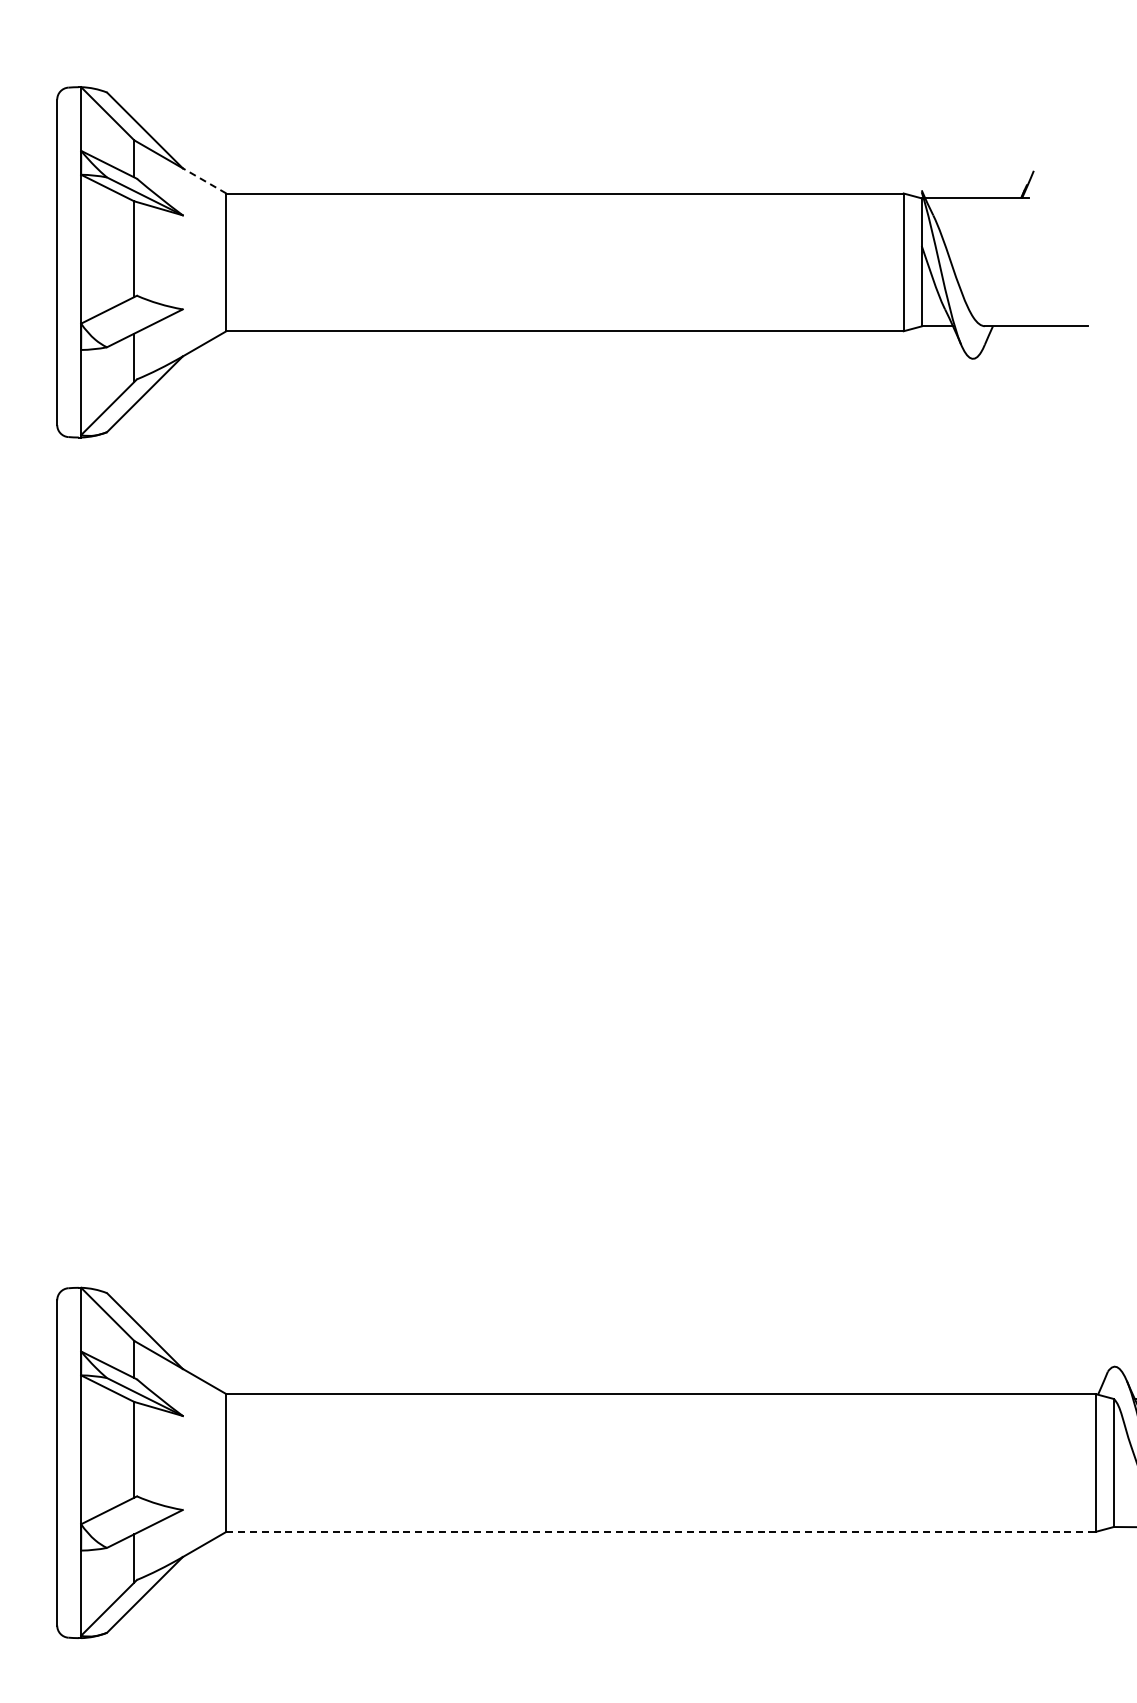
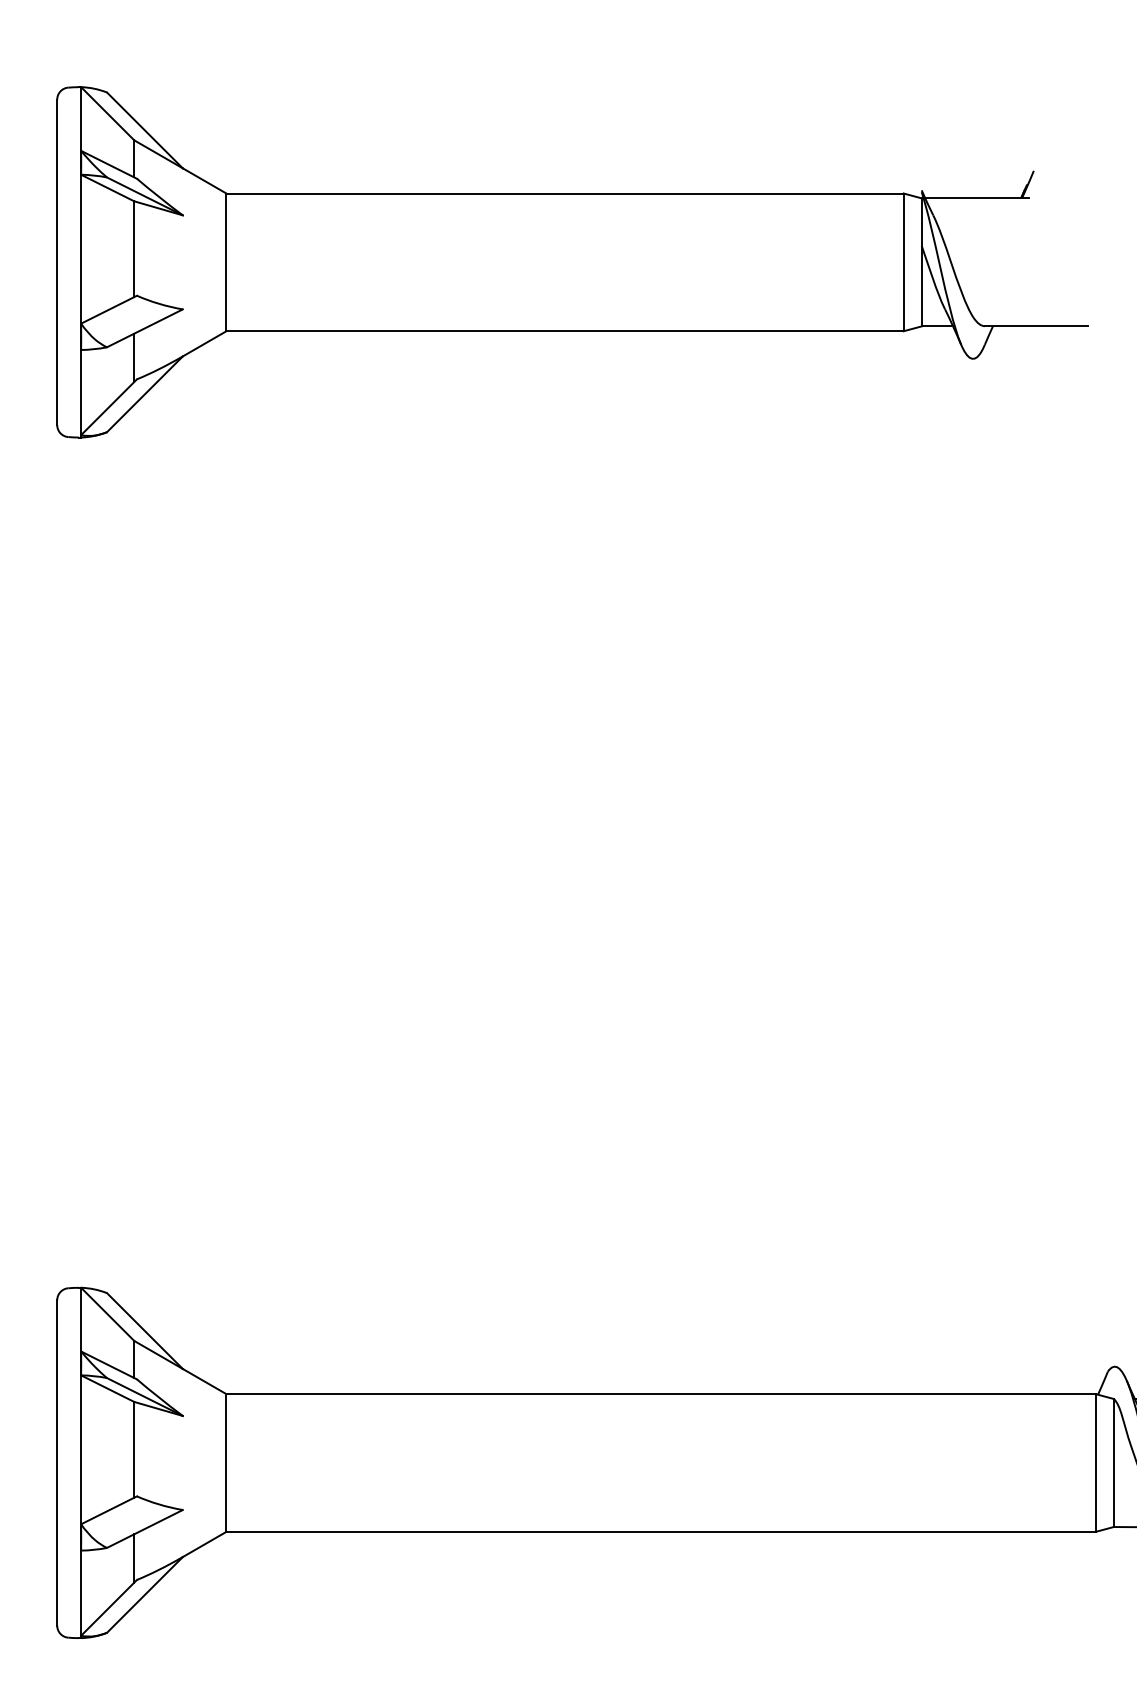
line at (204, 180): dashed -> solid
line at (661, 1531): dashed -> solid
